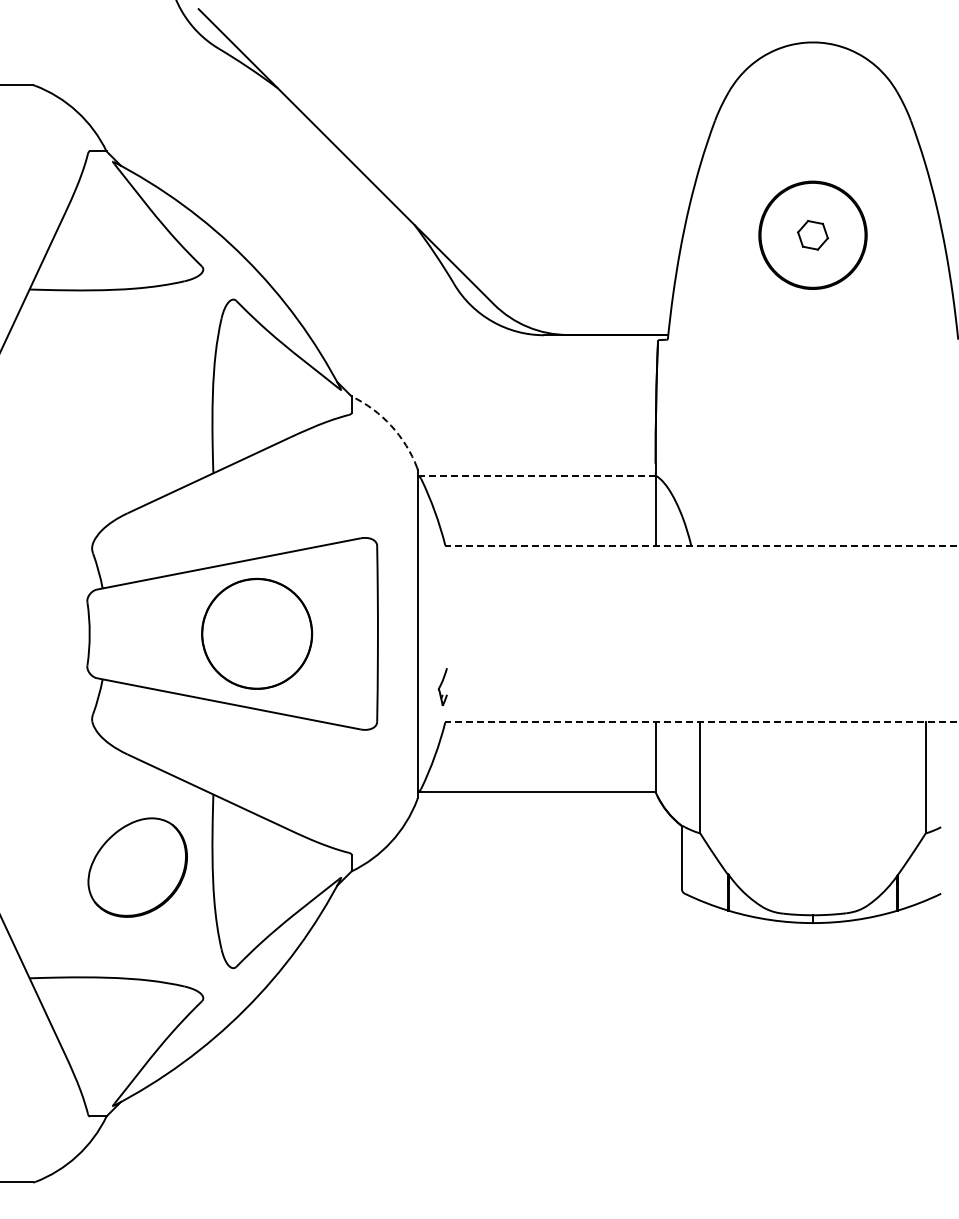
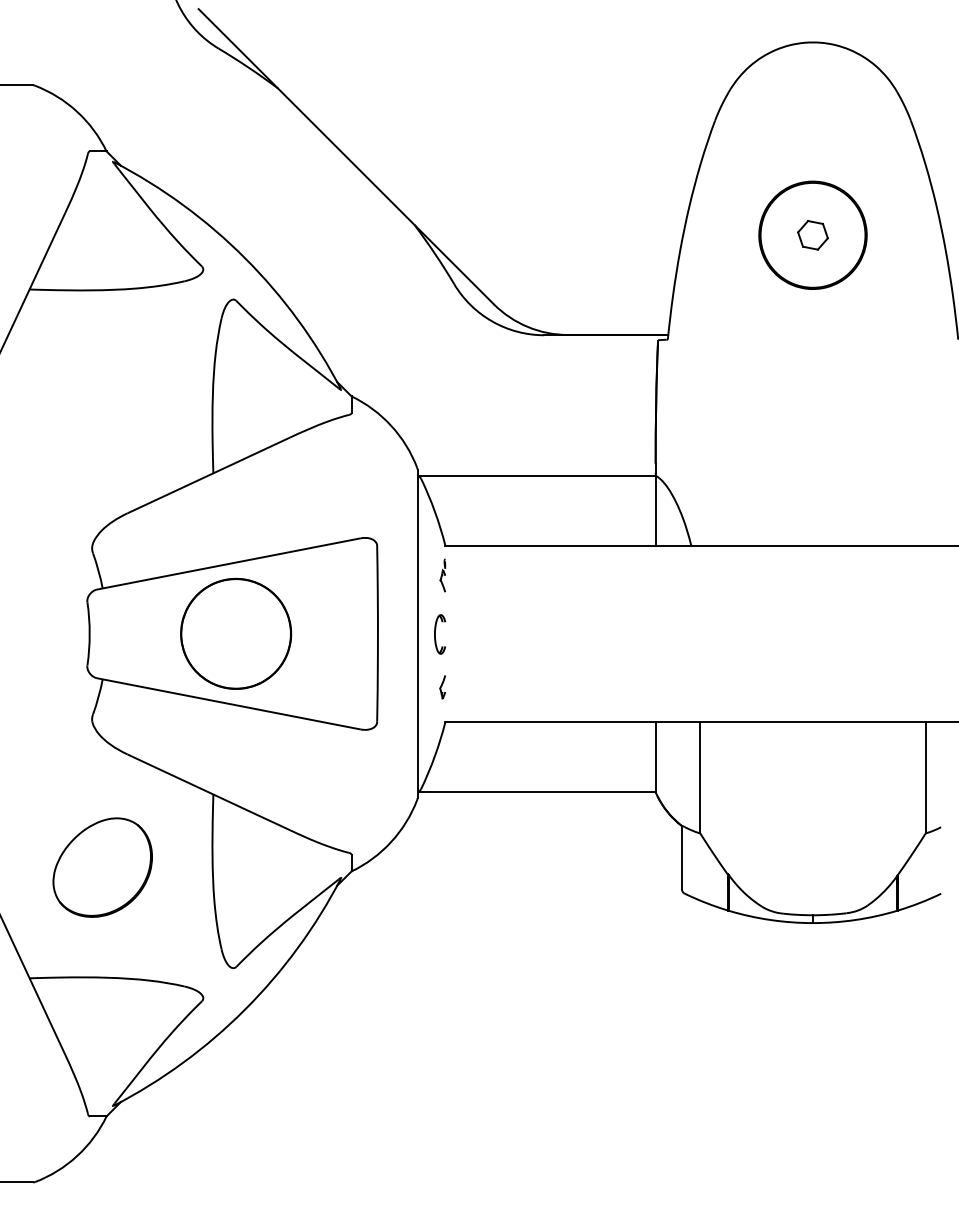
arc at (391, 425): dashed -> solid
line at (537, 475): dashed -> solid
line at (701, 545): dashed -> solid
part at (442, 575): none -> present
part at (257, 633) position: (257, 633) -> (236, 633)
part at (440, 634): none -> present
part at (442, 686) size: 11x38 px -> 7x25 px
line at (701, 722): dashed -> solid
part at (137, 867) position: (137, 867) -> (102, 867)
